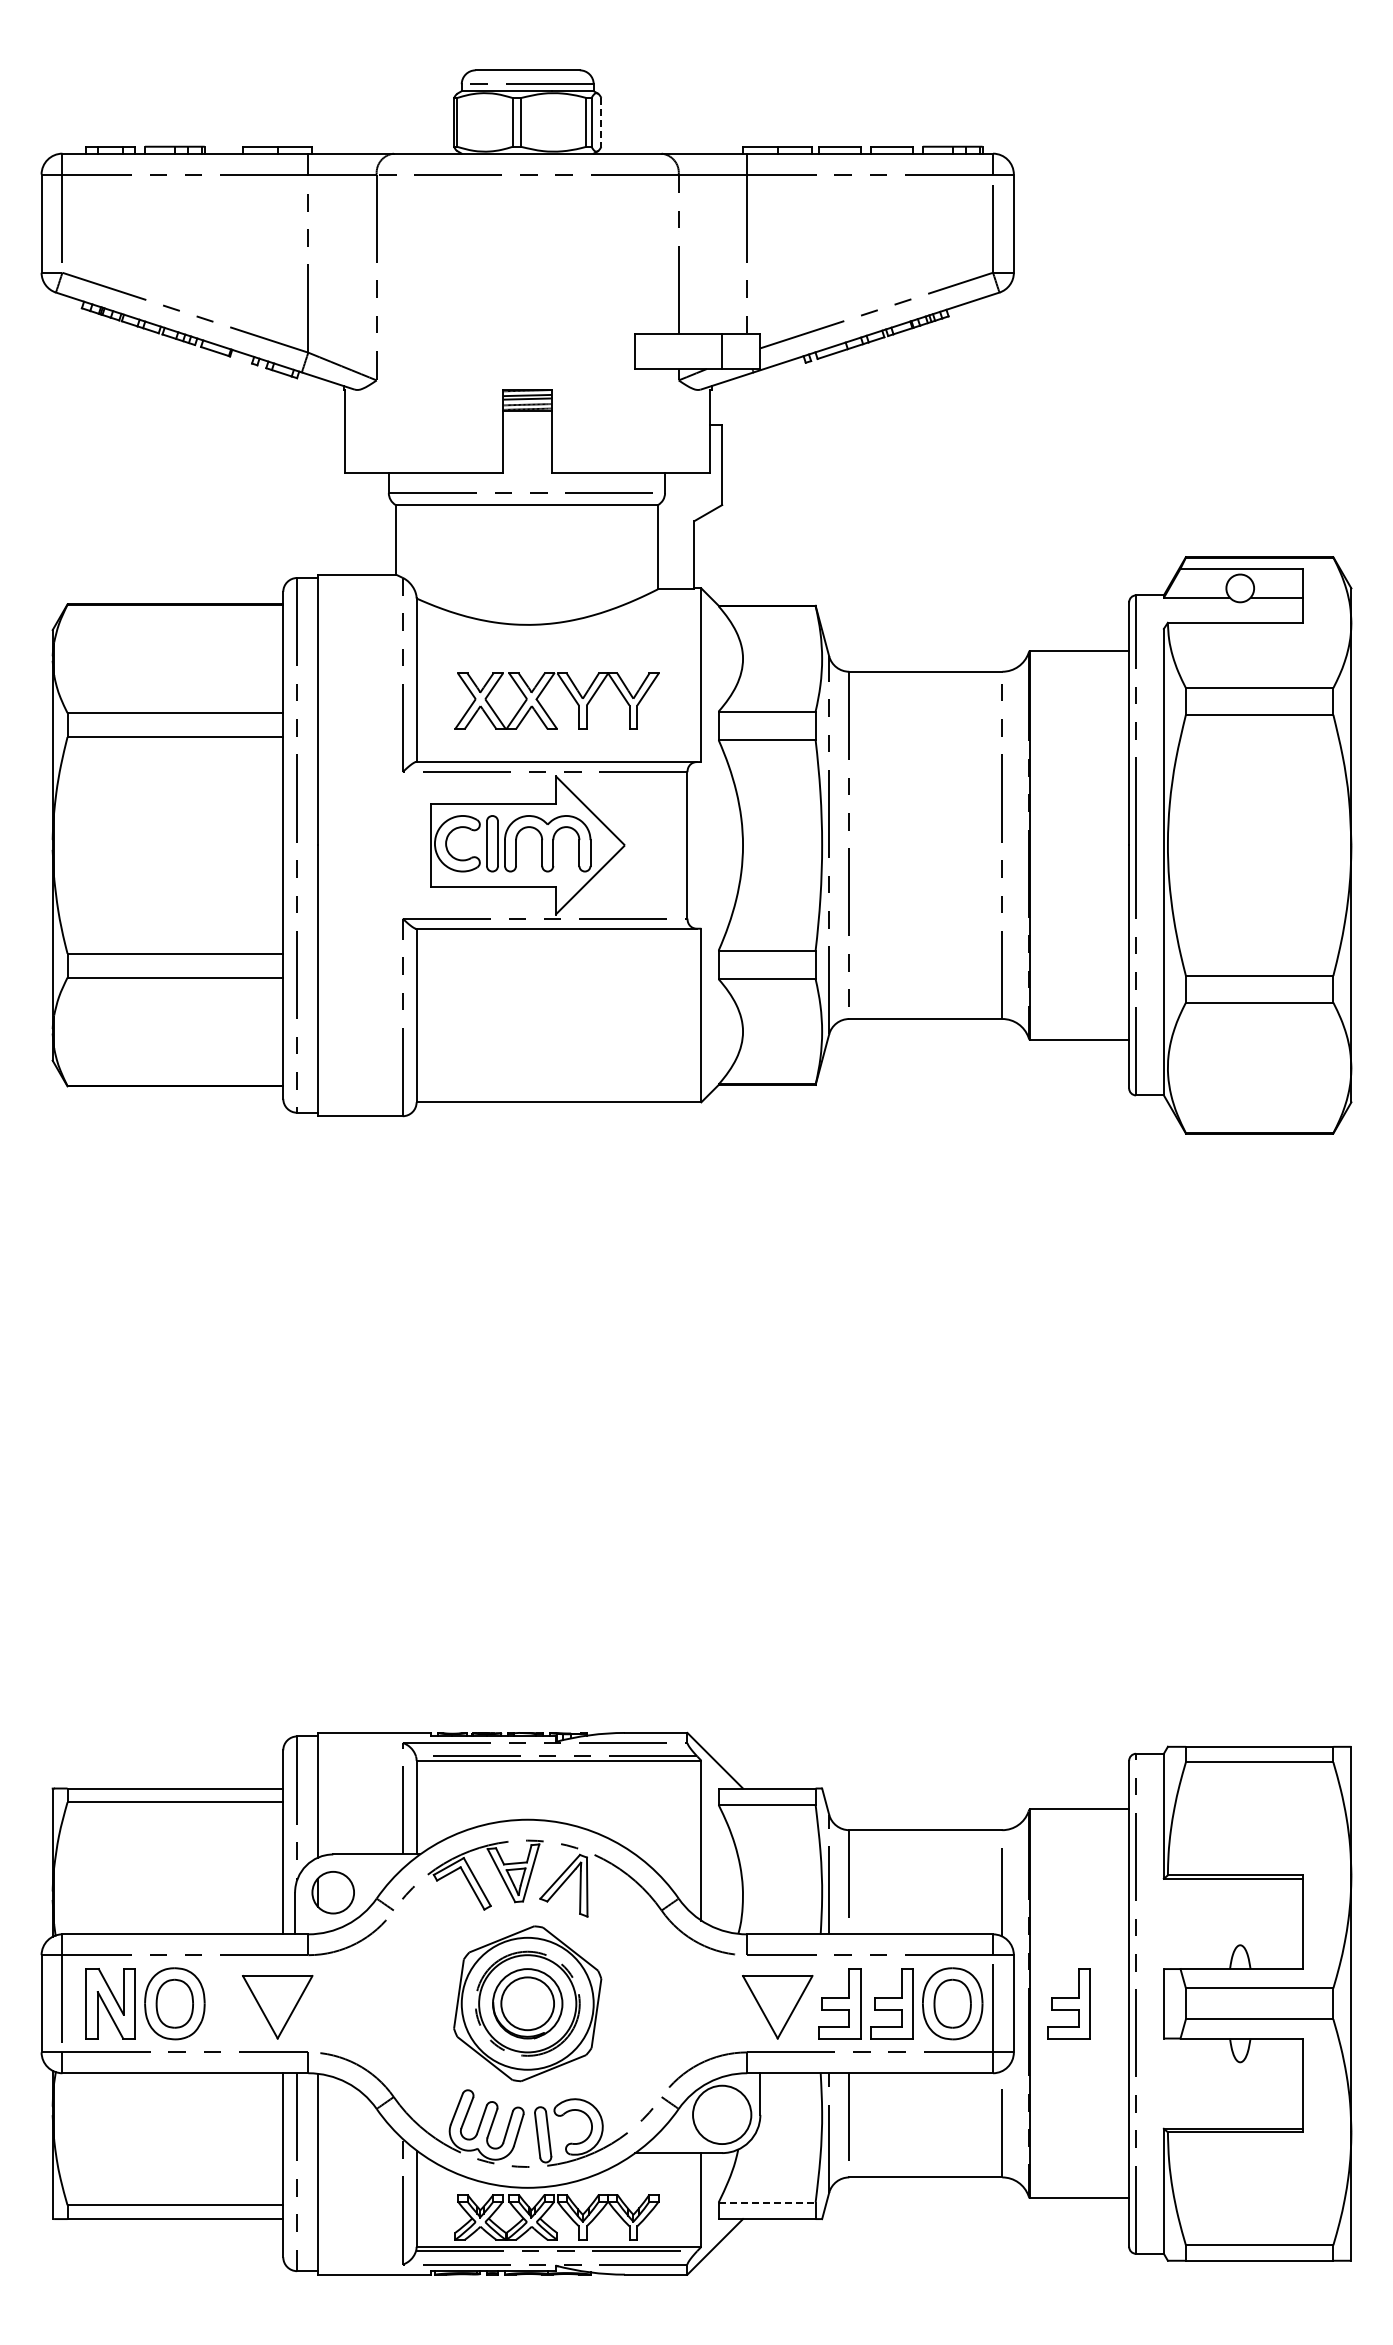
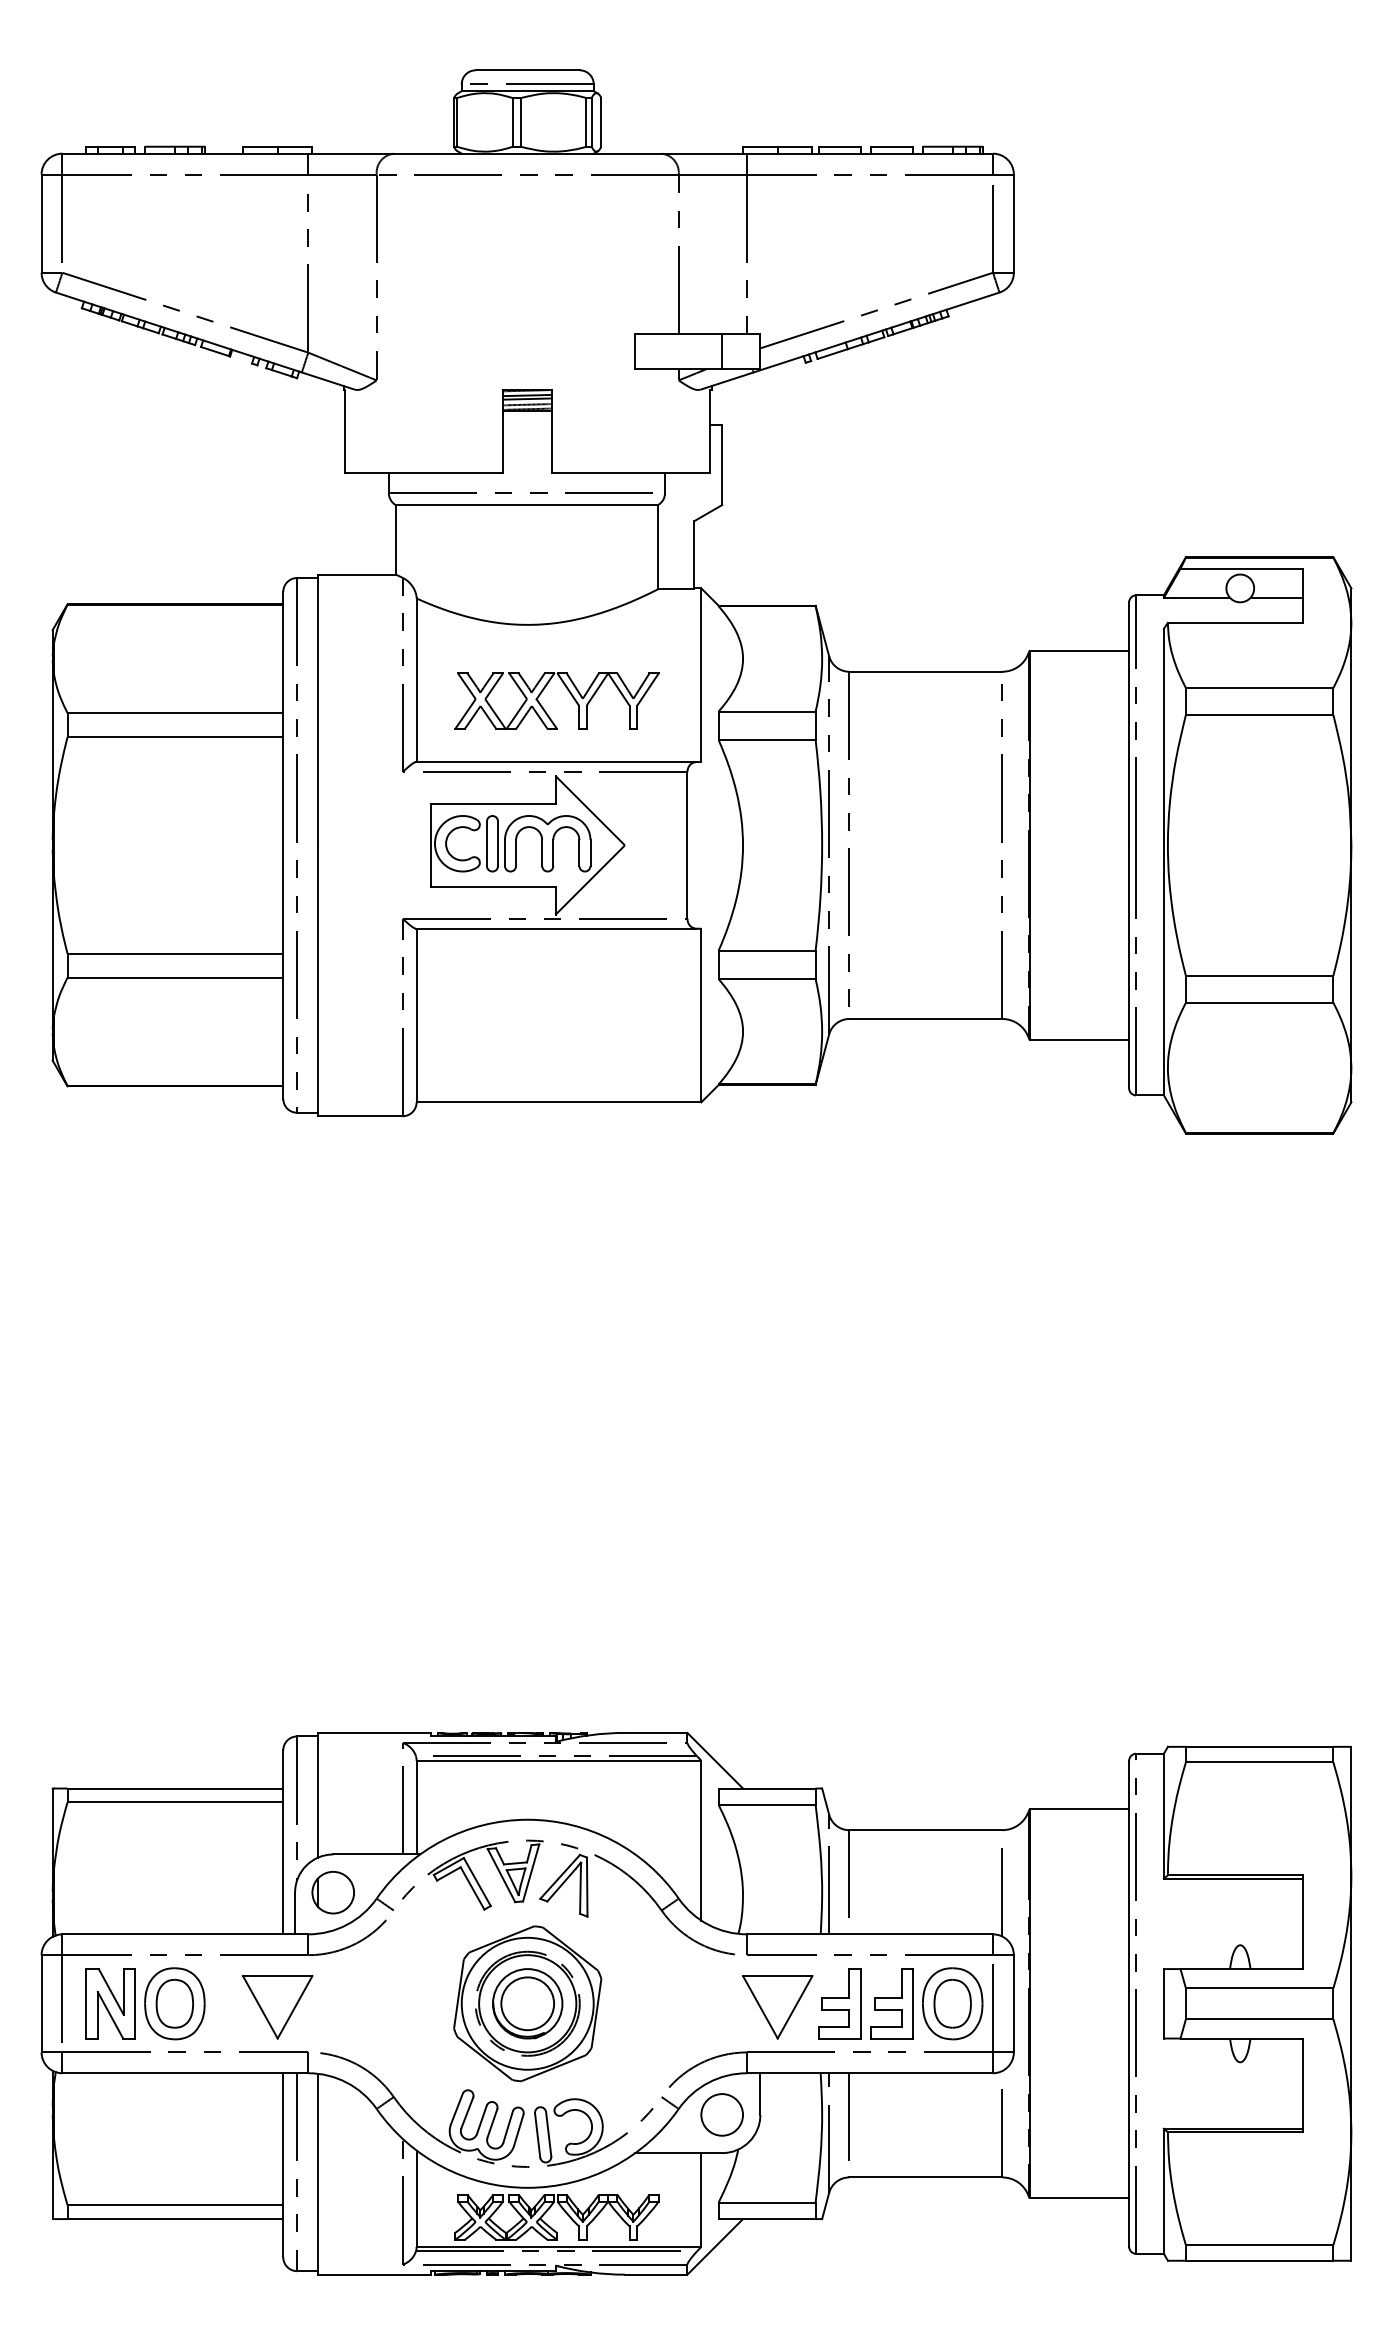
line at (601, 122): dashed -> solid
part at (1068, 2003): present -> none
circle at (722, 2114) diameter: 58 px -> 42 px
line at (767, 2202): dashed -> solid
